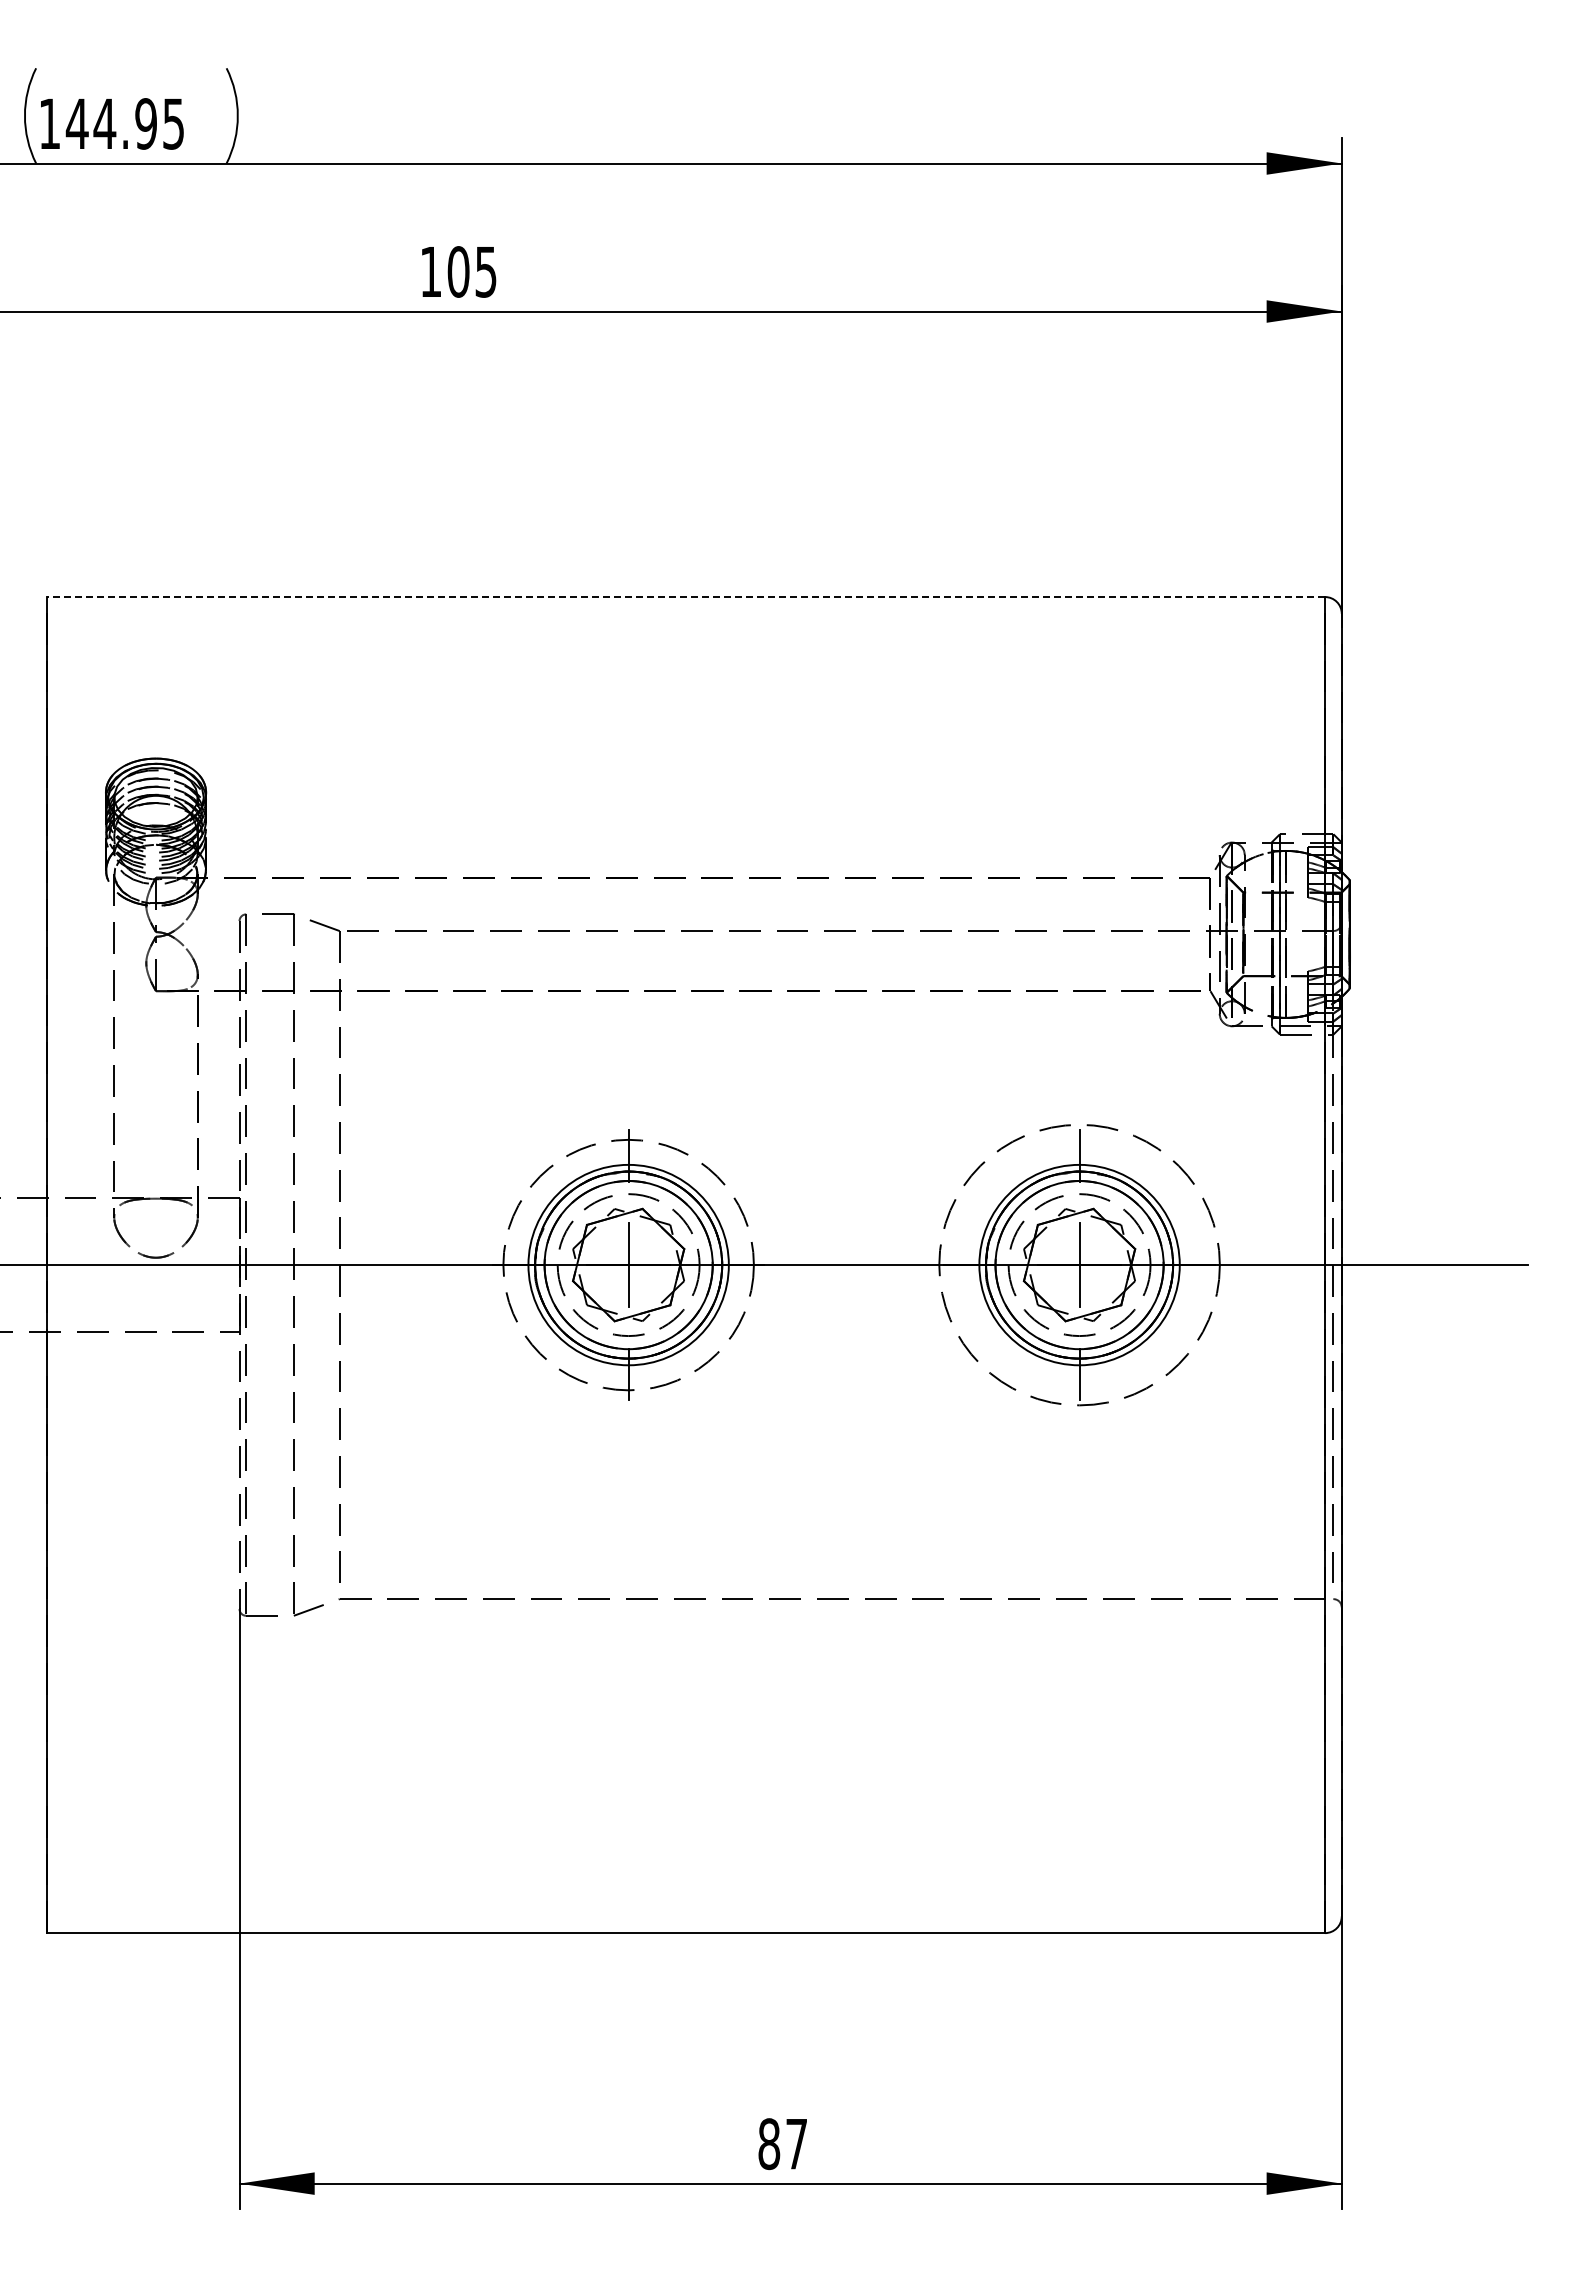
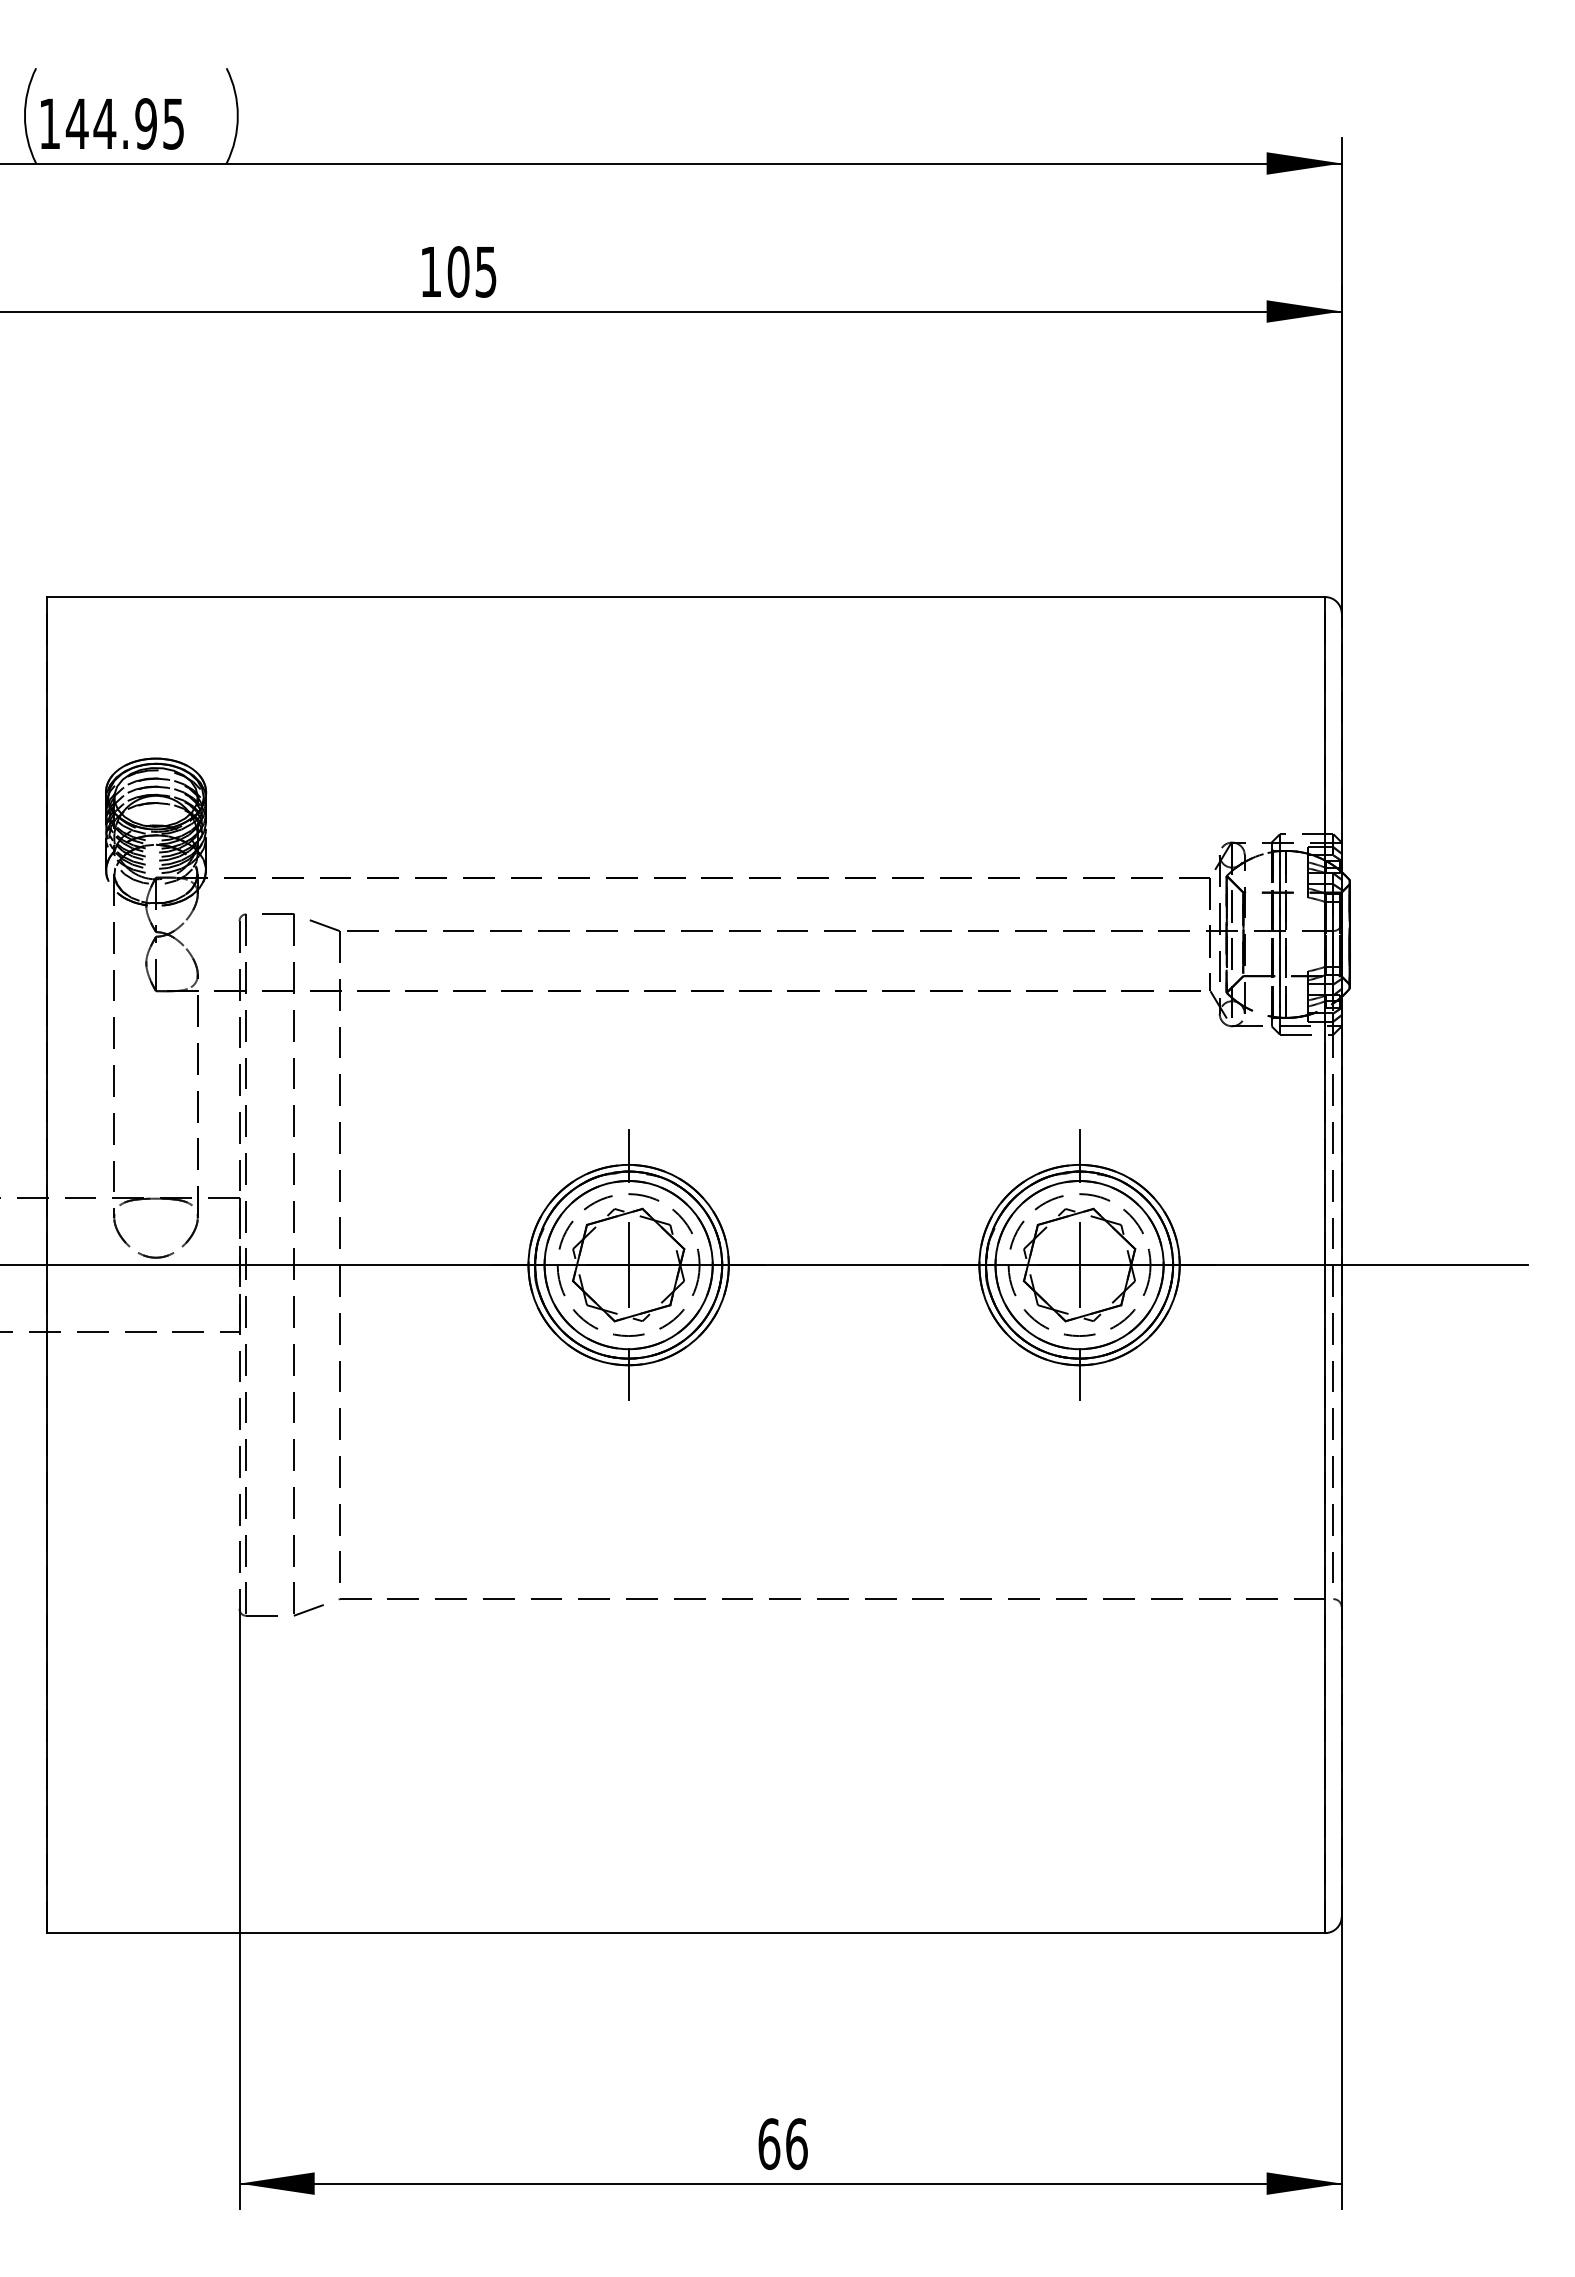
line at (686, 597): dashed -> solid
circle at (628, 1264) diameter: 251 px -> 200 px
circle at (1079, 1264) diameter: 281 px -> 200 px
text at (782, 2144): 87 -> 66
